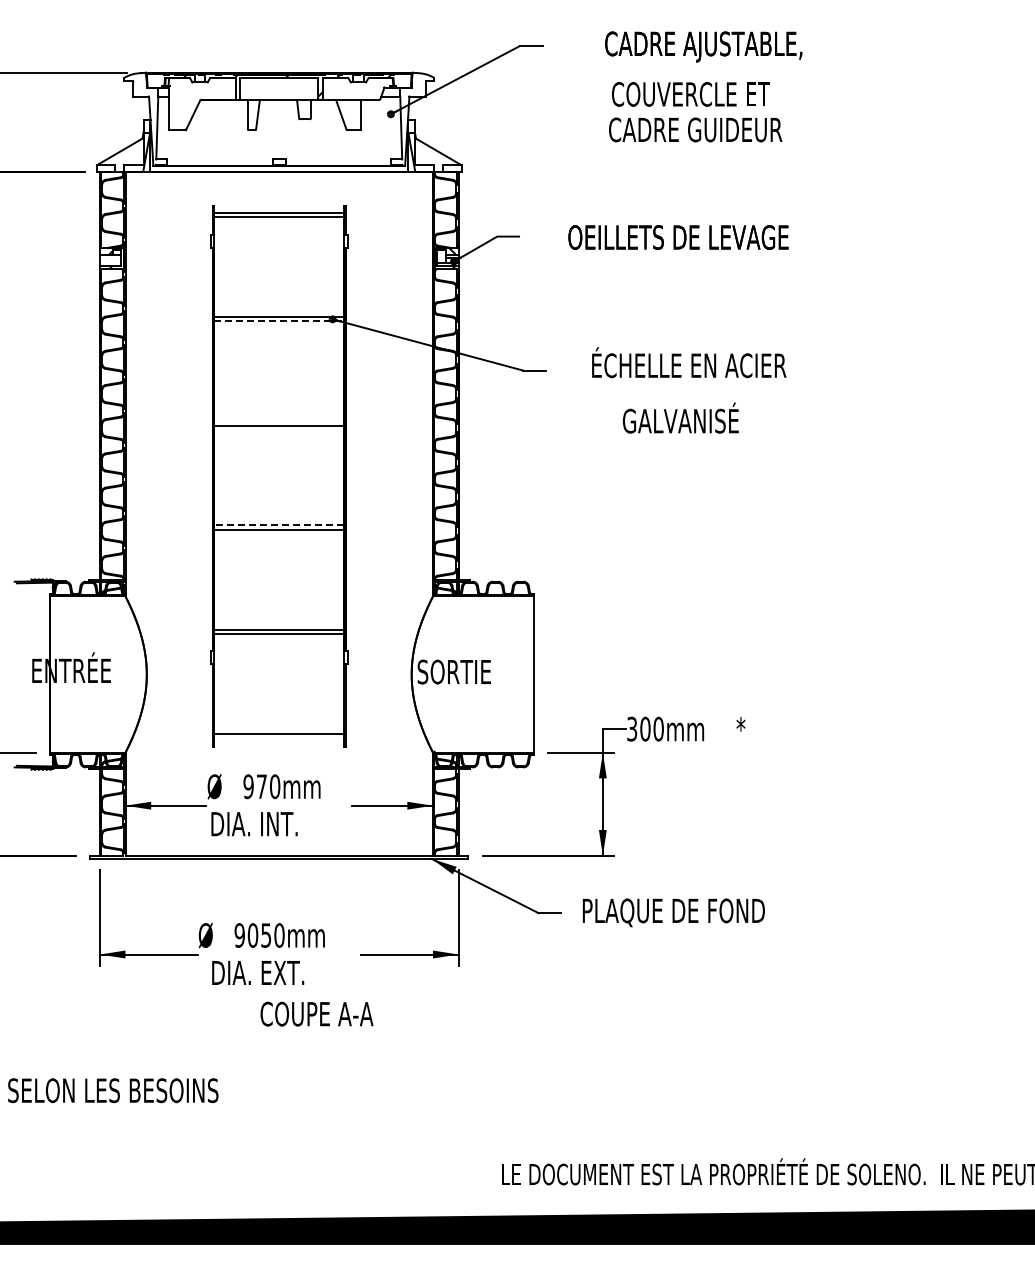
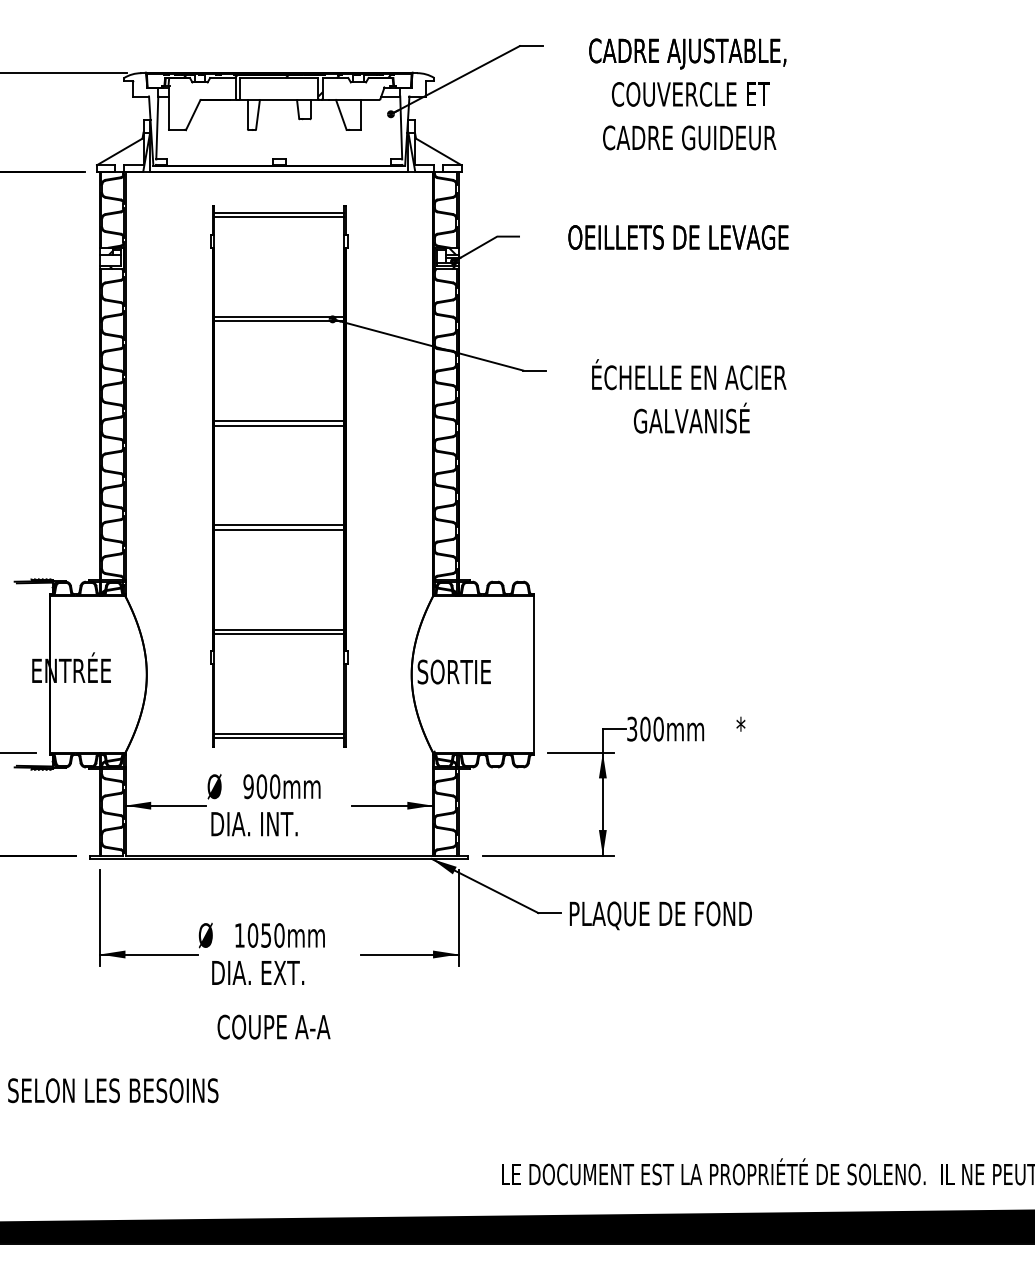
text at (703, 46) position: (703, 46) -> (687, 53)
text at (695, 129) position: (695, 129) -> (689, 137)
line at (279, 321): dashed -> solid
text at (689, 362) position: (689, 362) -> (689, 374)
text at (680, 417) position: (680, 417) -> (691, 417)
line at (279, 421): none -> present
line at (278, 525): dashed -> solid
line at (279, 738): none -> present
text at (261, 786): 970mm -> 900mm
text at (673, 912) position: (673, 912) -> (660, 915)
text at (239, 935): 9050mm -> 1050mm
text at (316, 1013) position: (316, 1013) -> (273, 1026)
